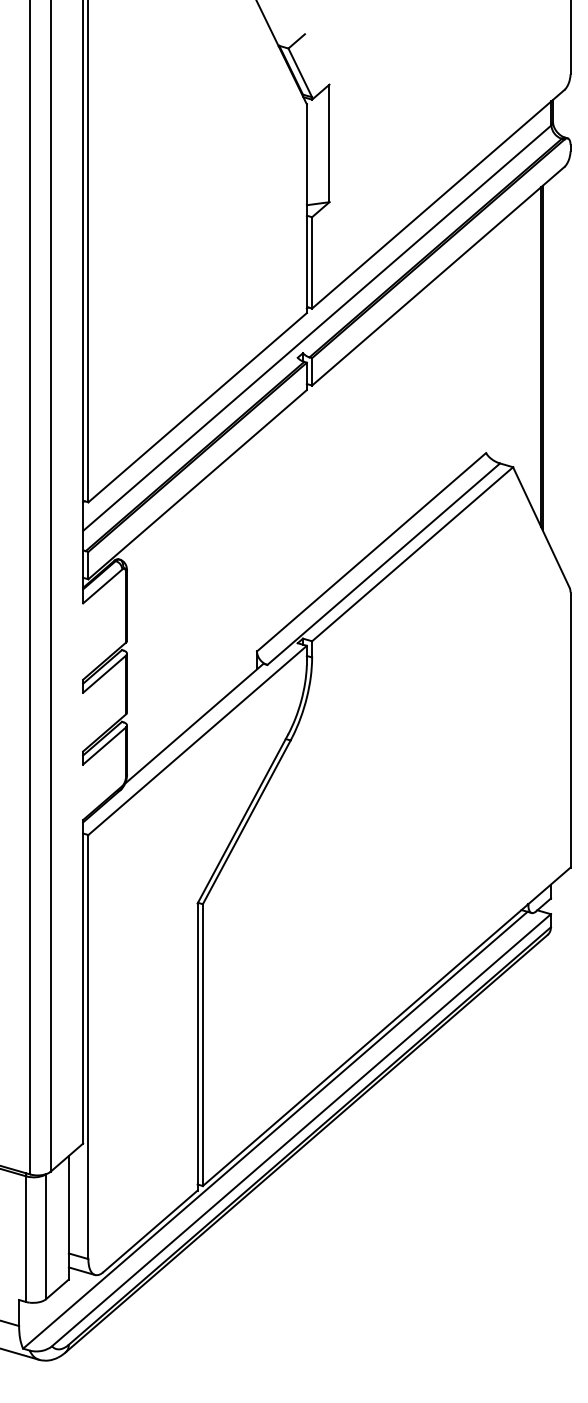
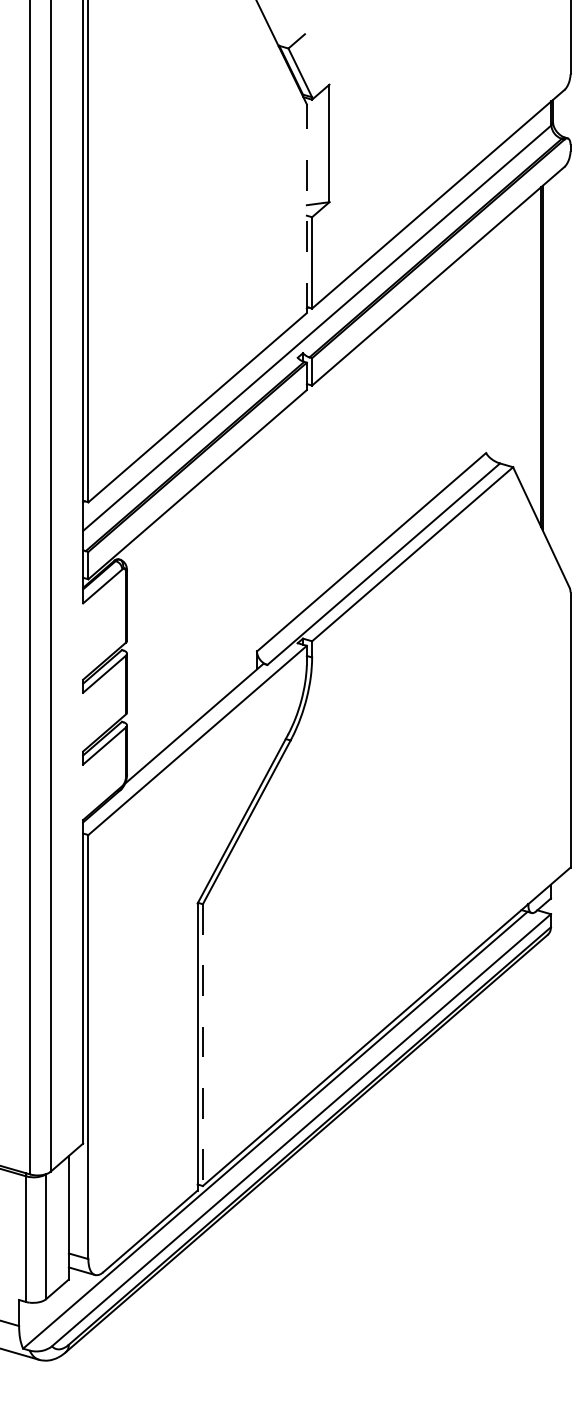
line at (306, 208): solid -> dashed
line at (202, 1045): solid -> dashed
